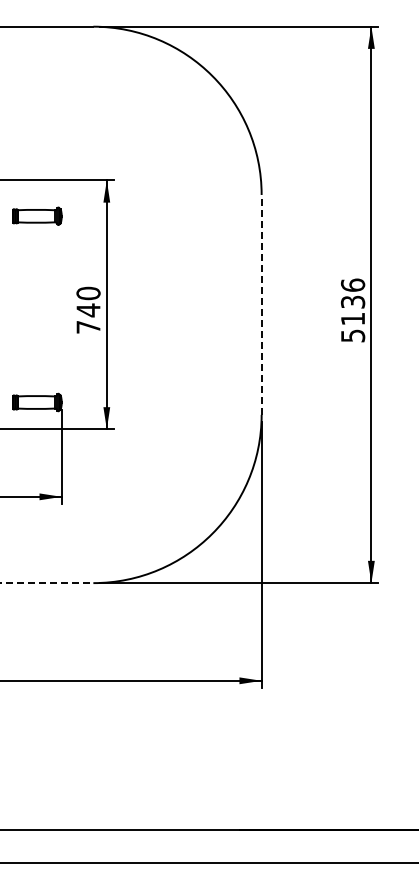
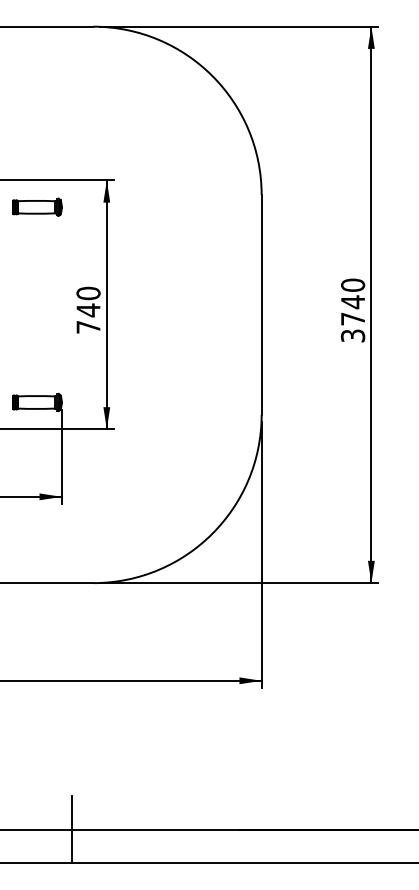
part at (37, 215) position: (37, 215) -> (37, 206)
line at (261, 304): dashed -> solid
text at (352, 309): 5136 -> 3740
line at (47, 583): dashed -> solid
line at (71, 829): none -> present
